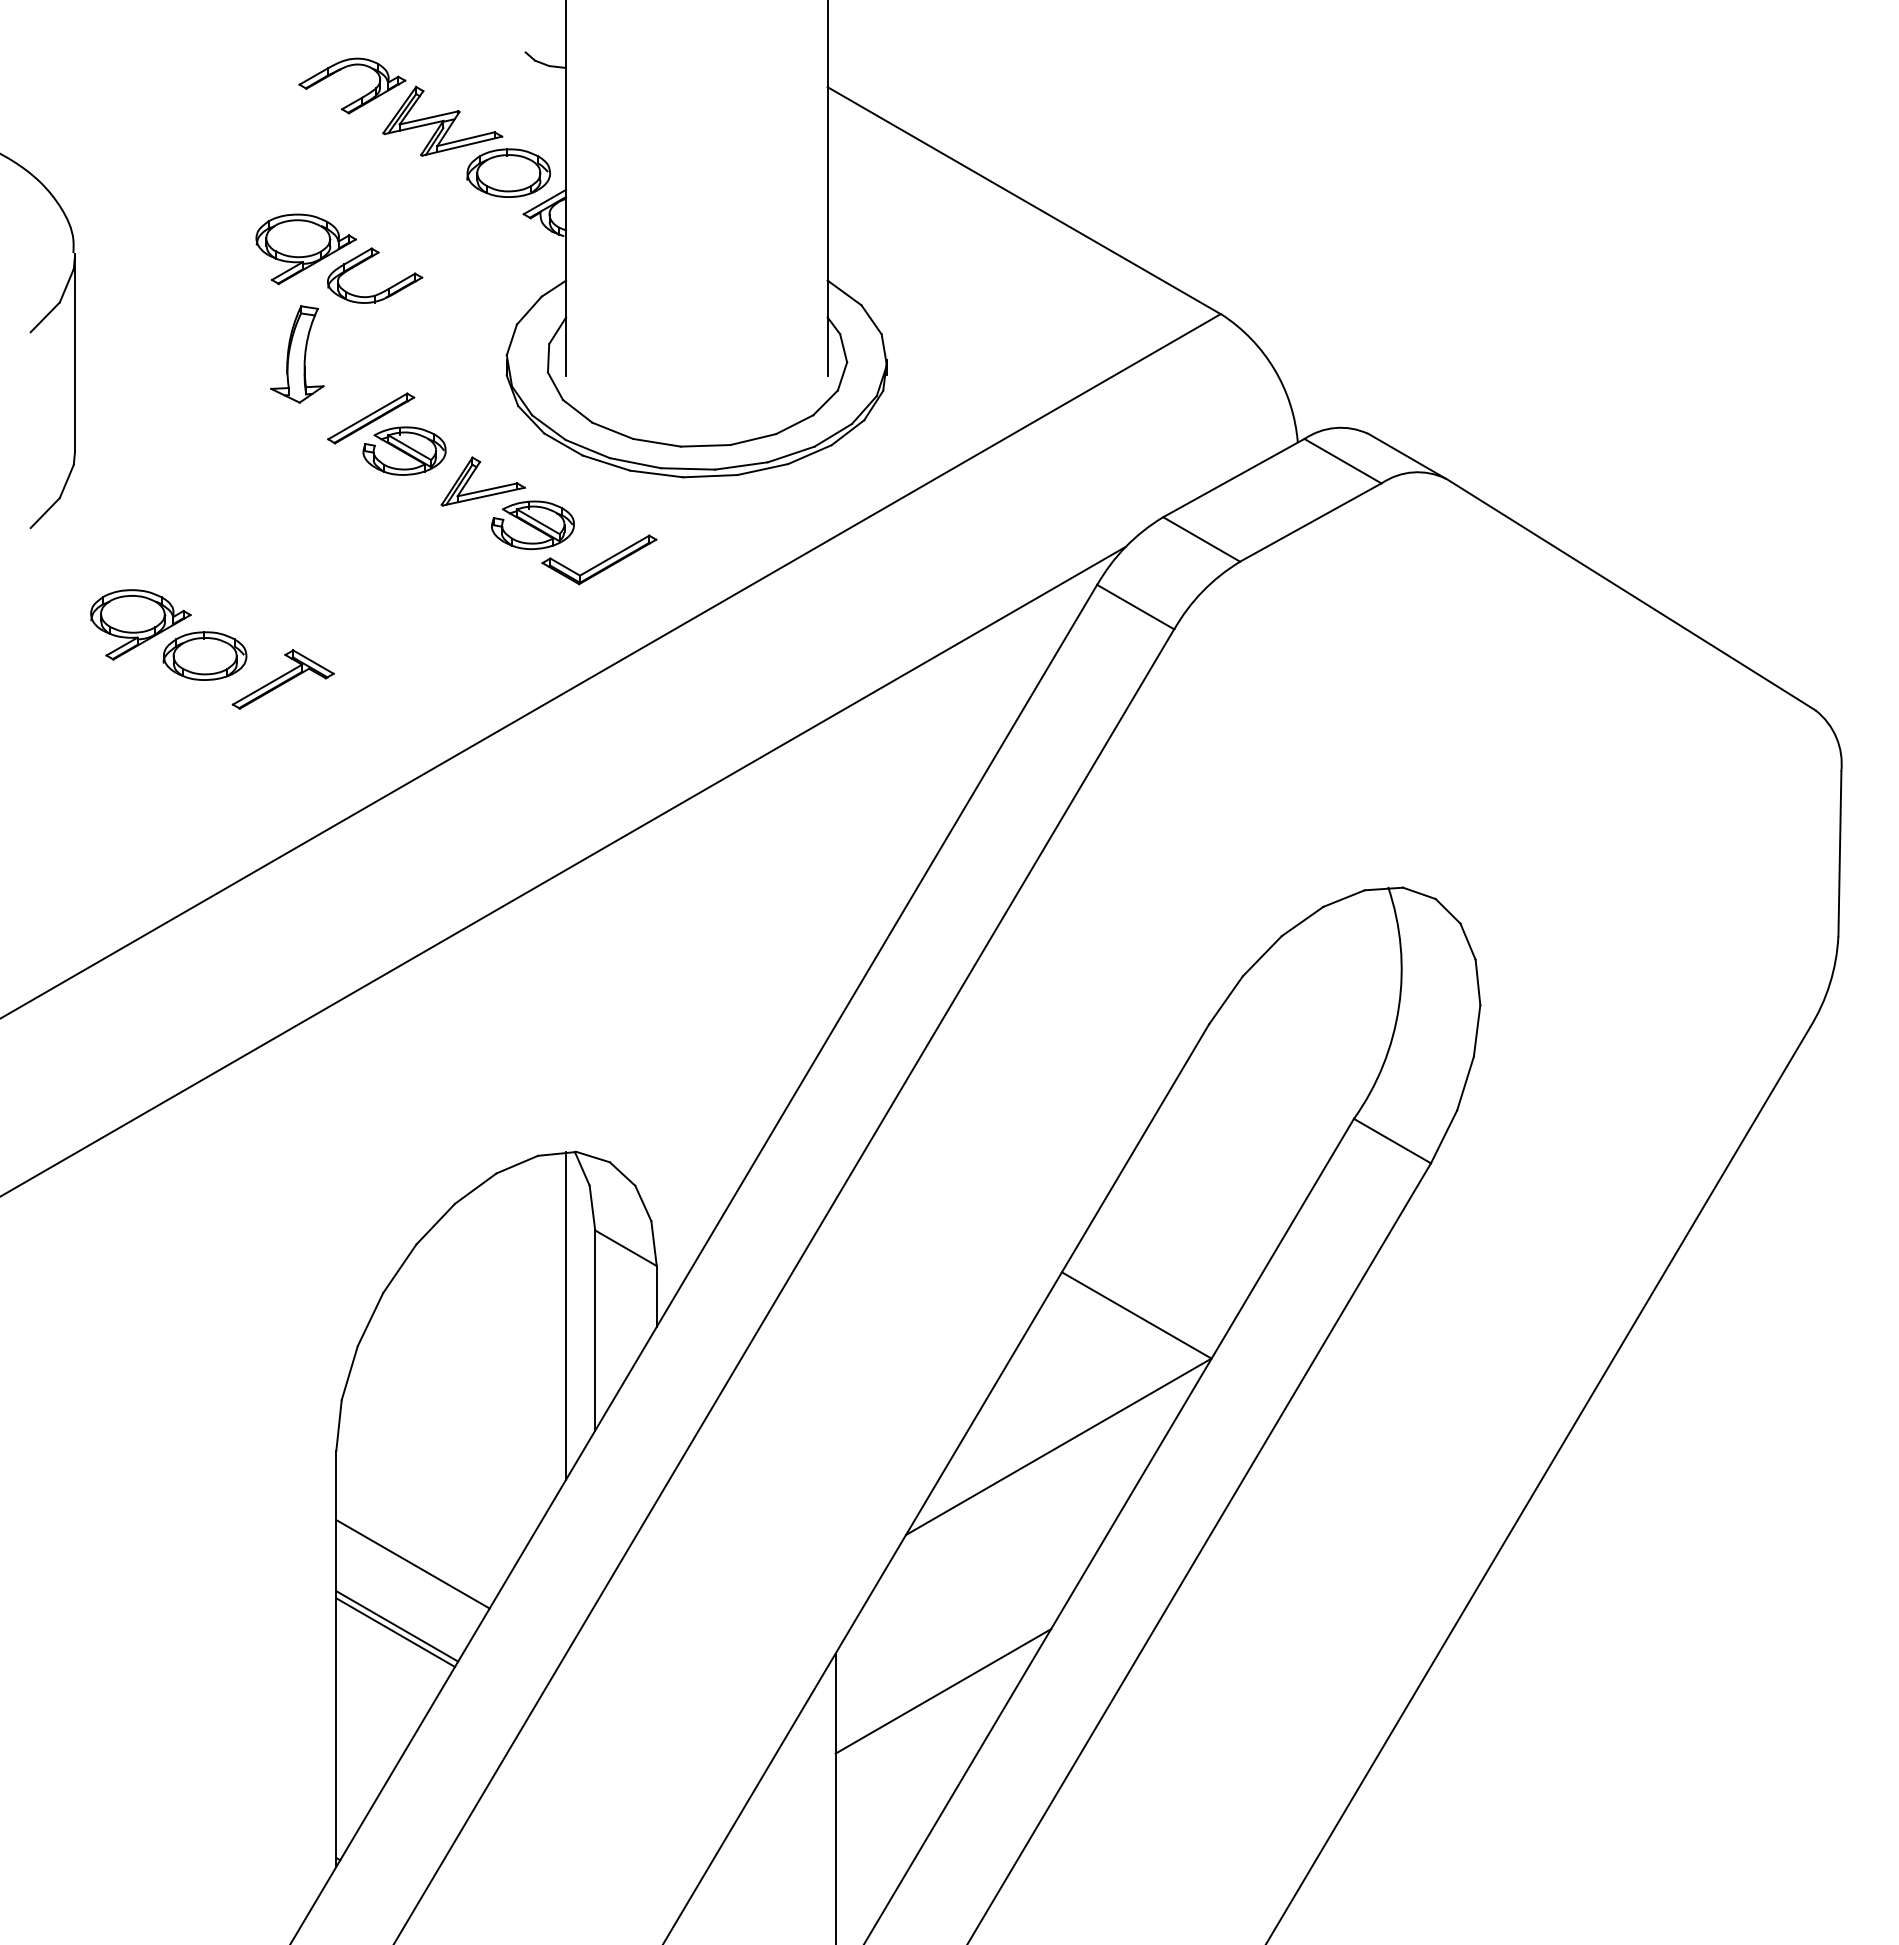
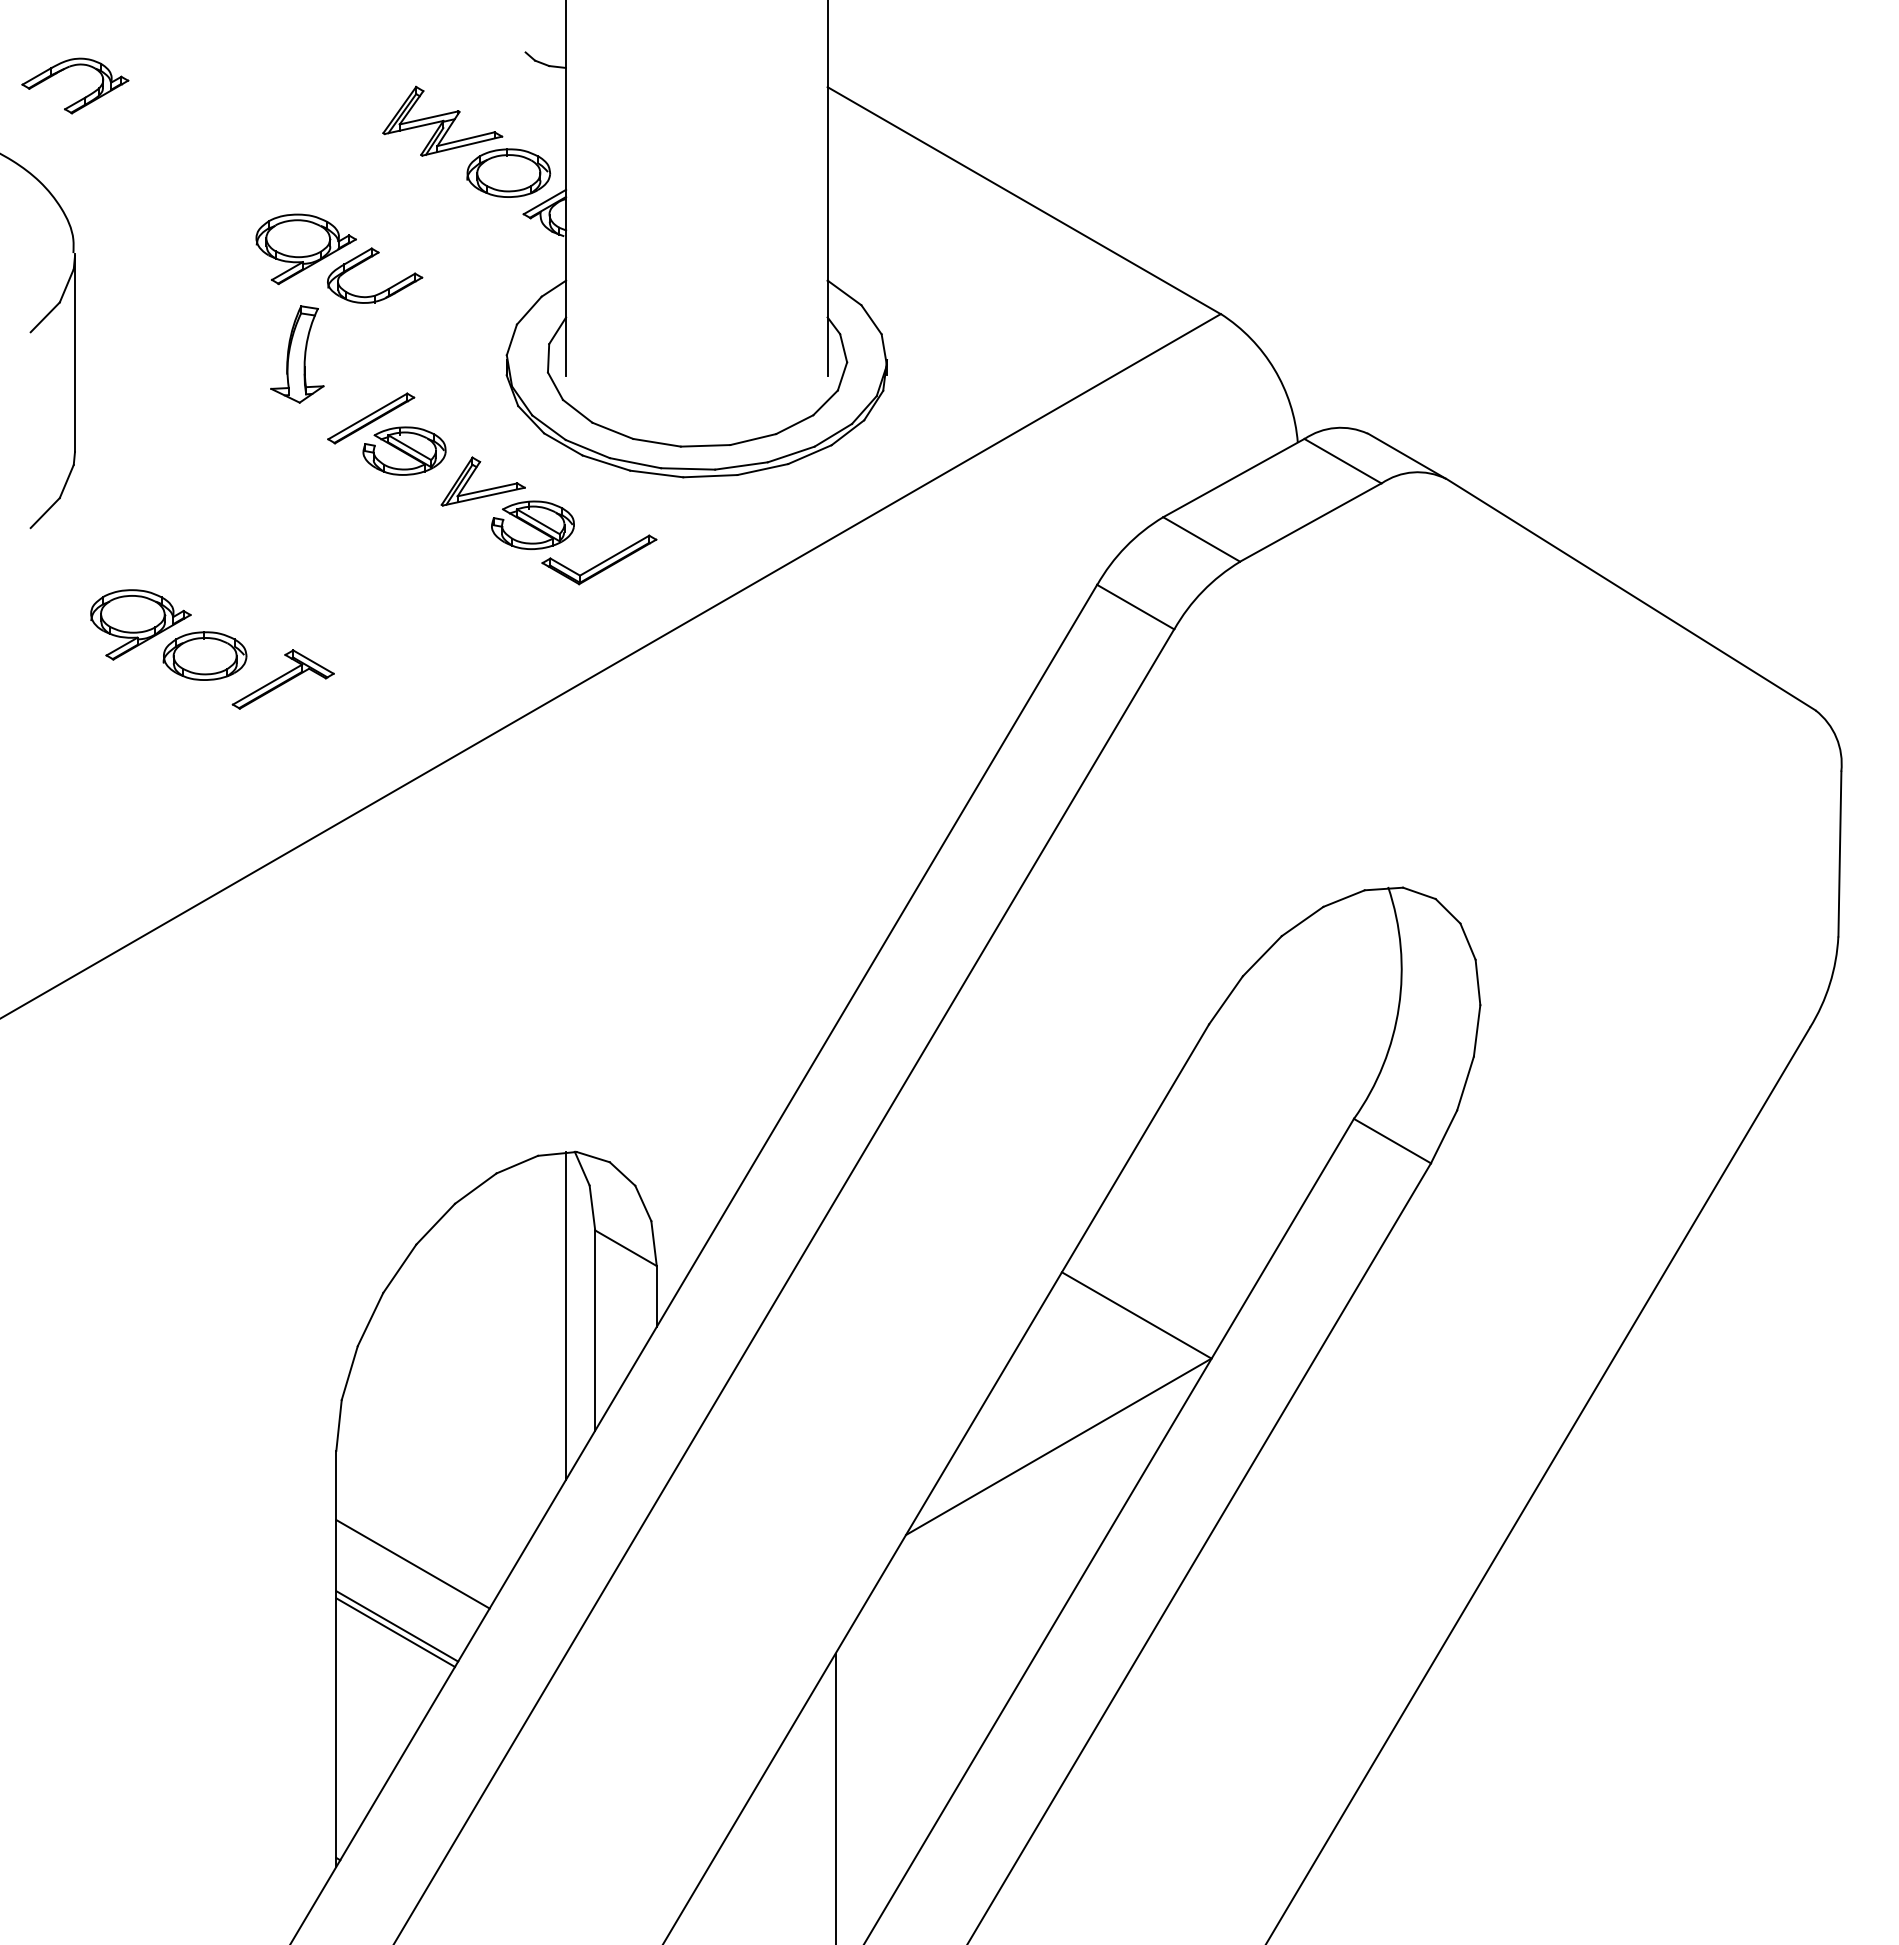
part at (358, 98) position: (358, 98) -> (81, 98)
line at (563, 870): present -> none
line at (943, 1691): present -> none
